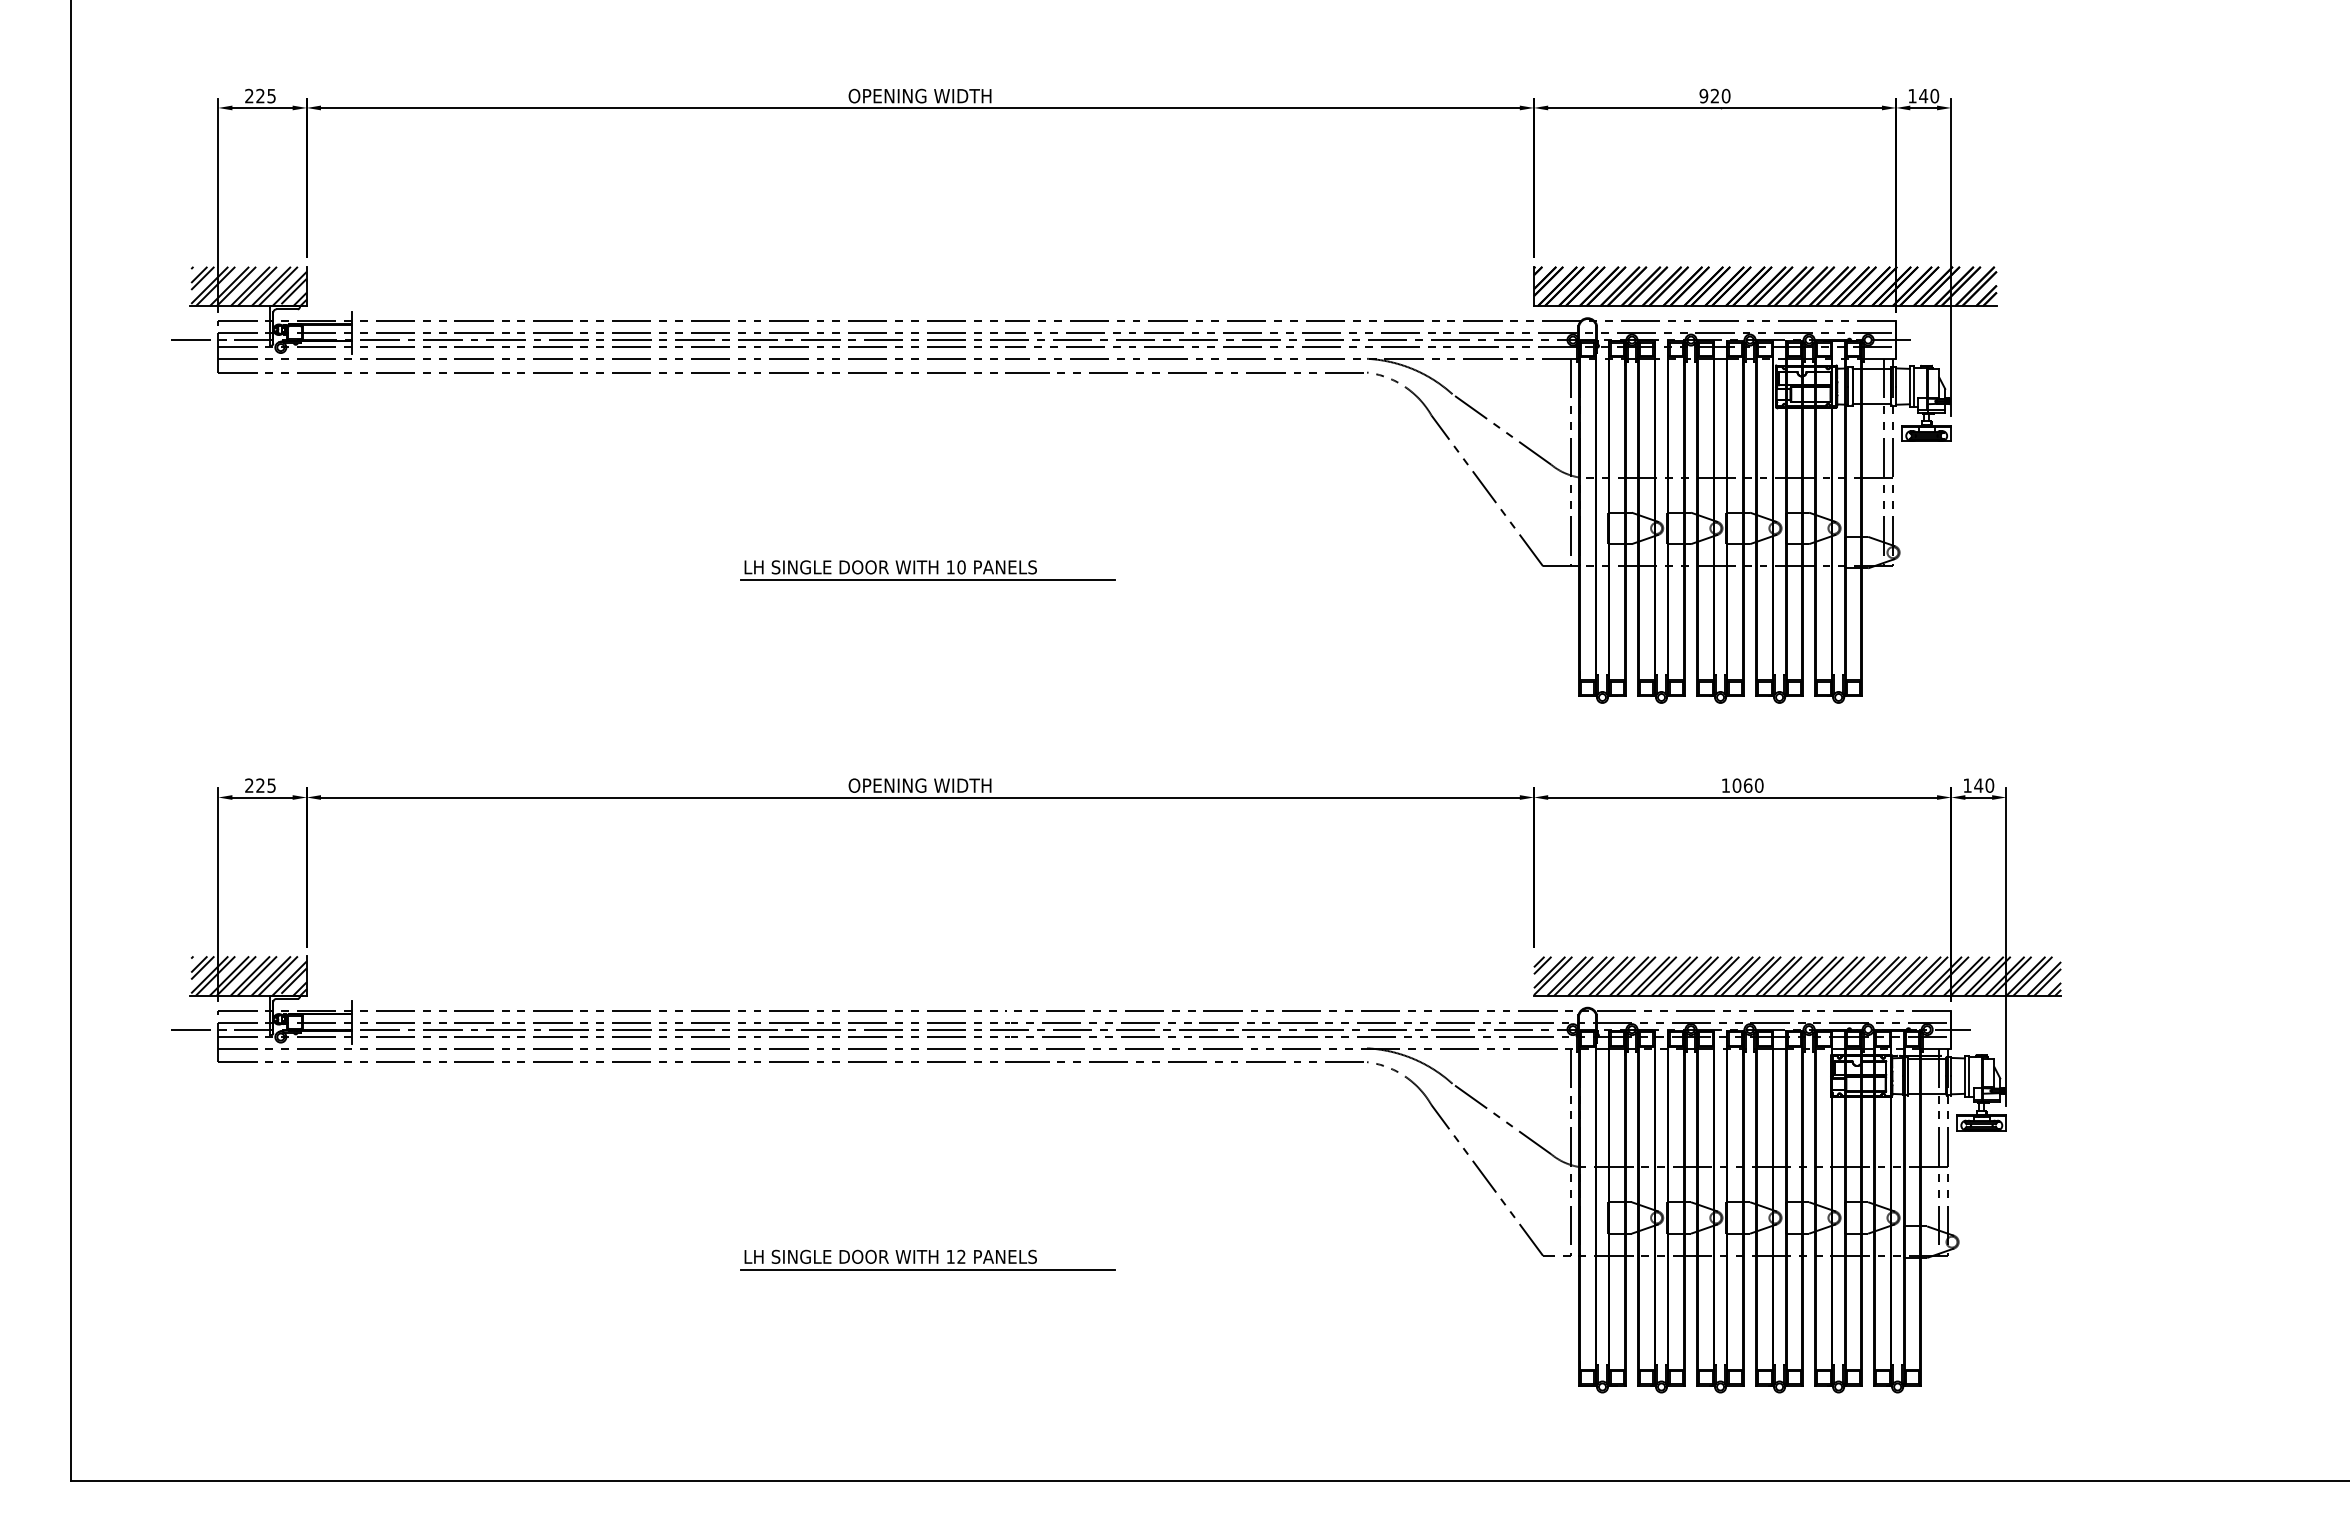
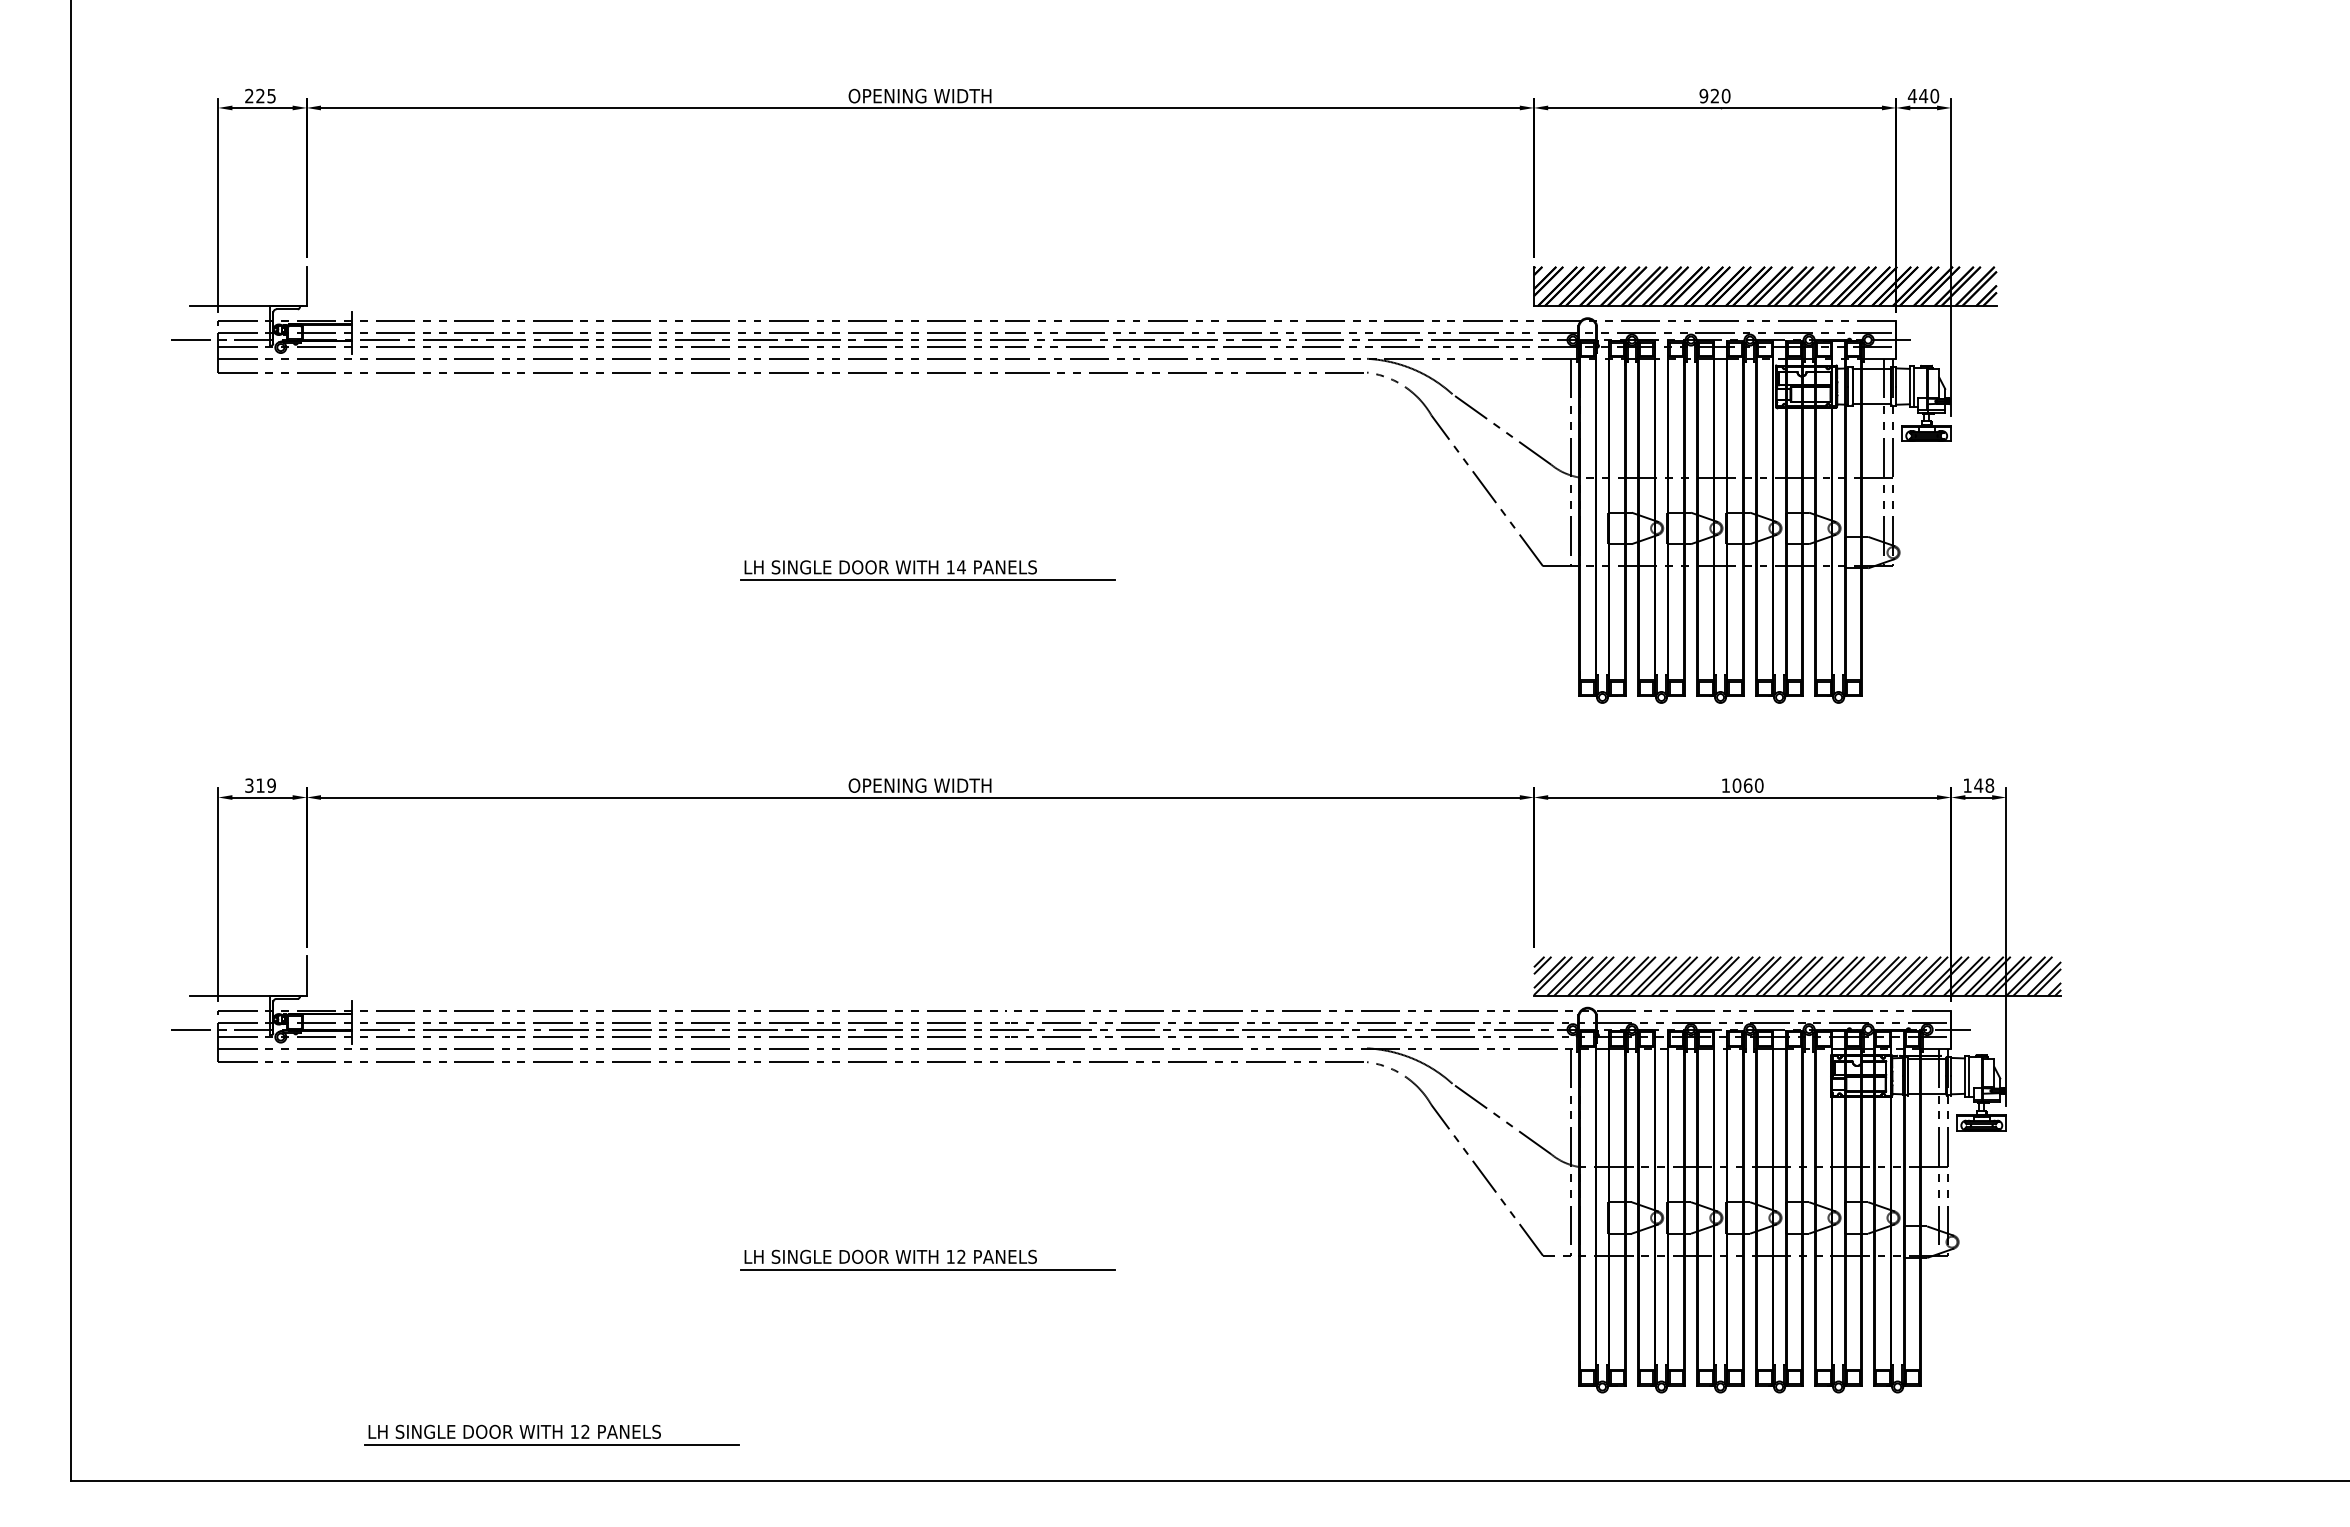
text at (1912, 96): 140 -> 440
hatch at (248, 286): present -> none
text at (961, 567): 10 -> 14
text at (260, 785): 225 -> 319
text at (1989, 785): 140 -> 148
hatch at (248, 975): present -> none
part at (551, 1434): none -> present
